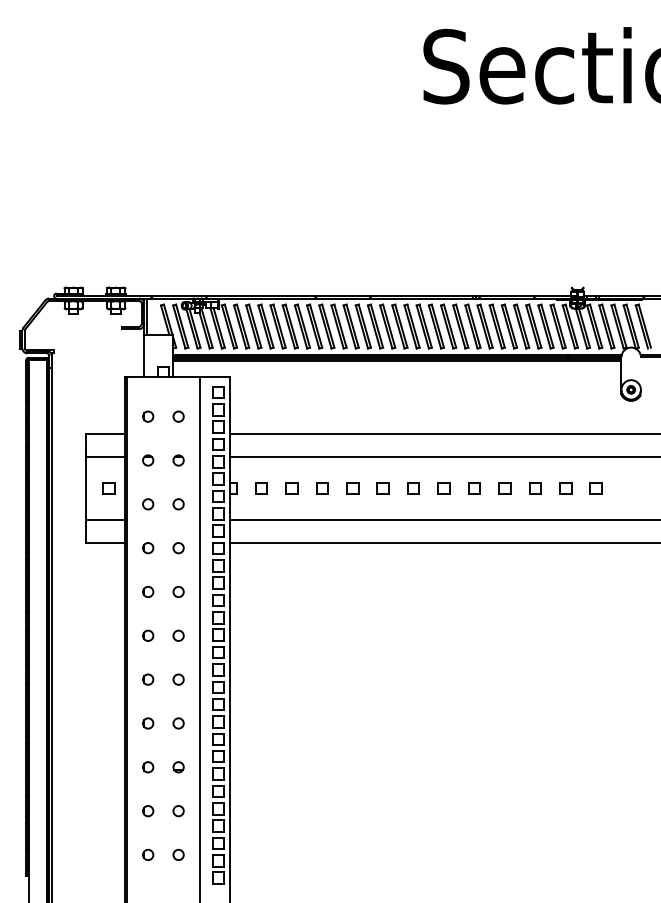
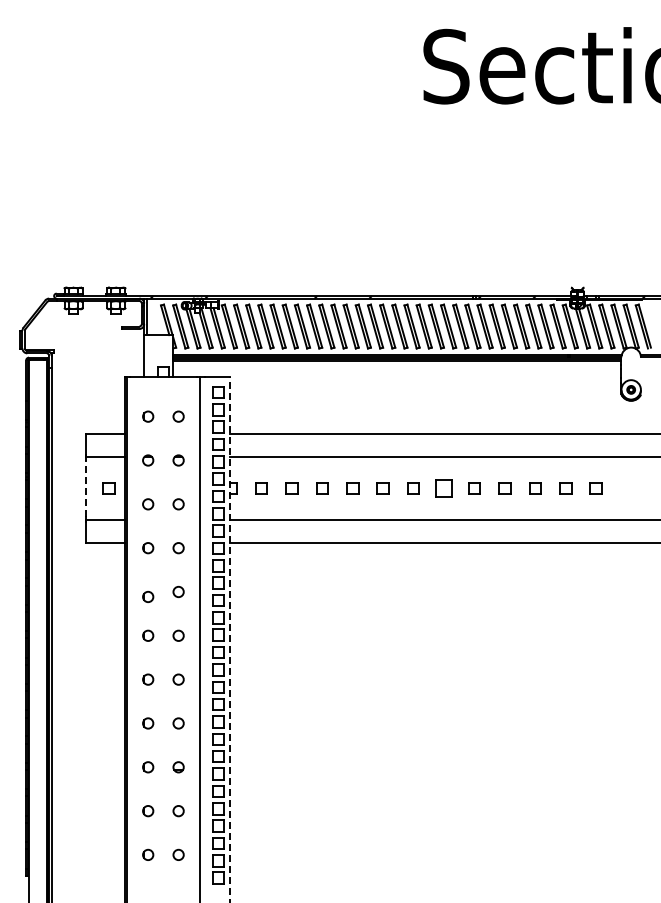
line at (85, 488): solid -> dashed
part at (443, 488) size: 14x13 px -> 18x19 px
circle at (148, 591) position: (148, 591) -> (148, 596)
line at (230, 639): solid -> dashed
